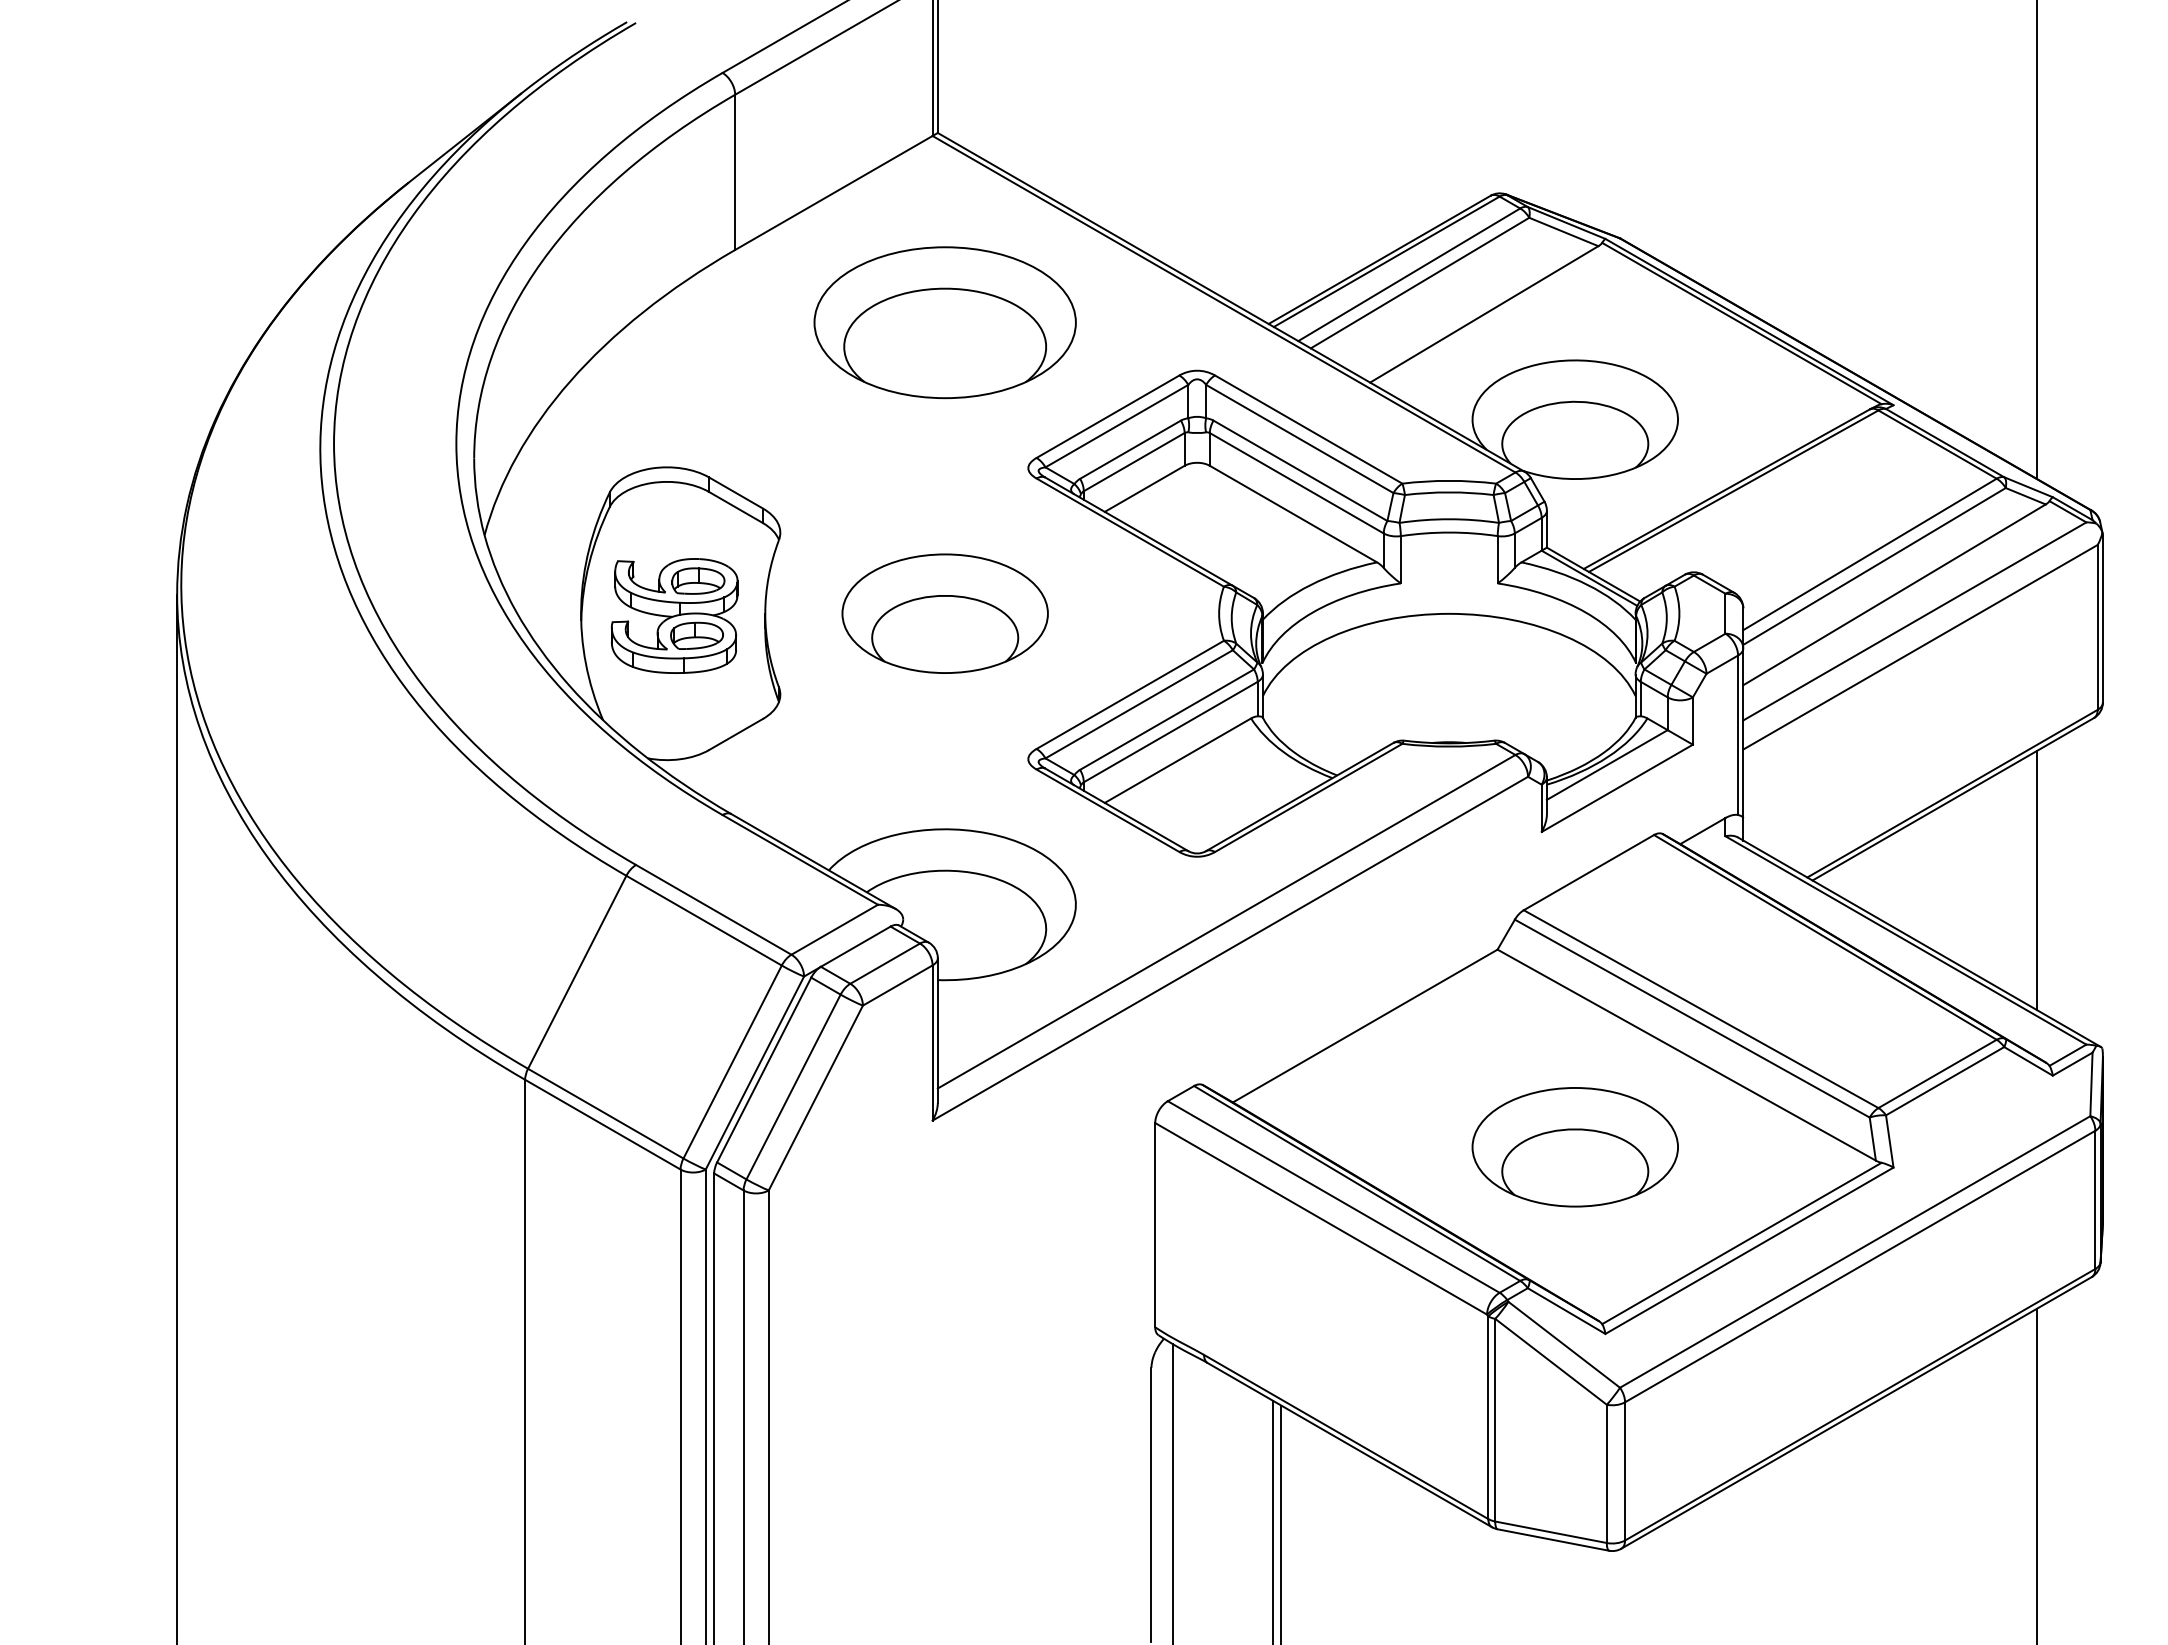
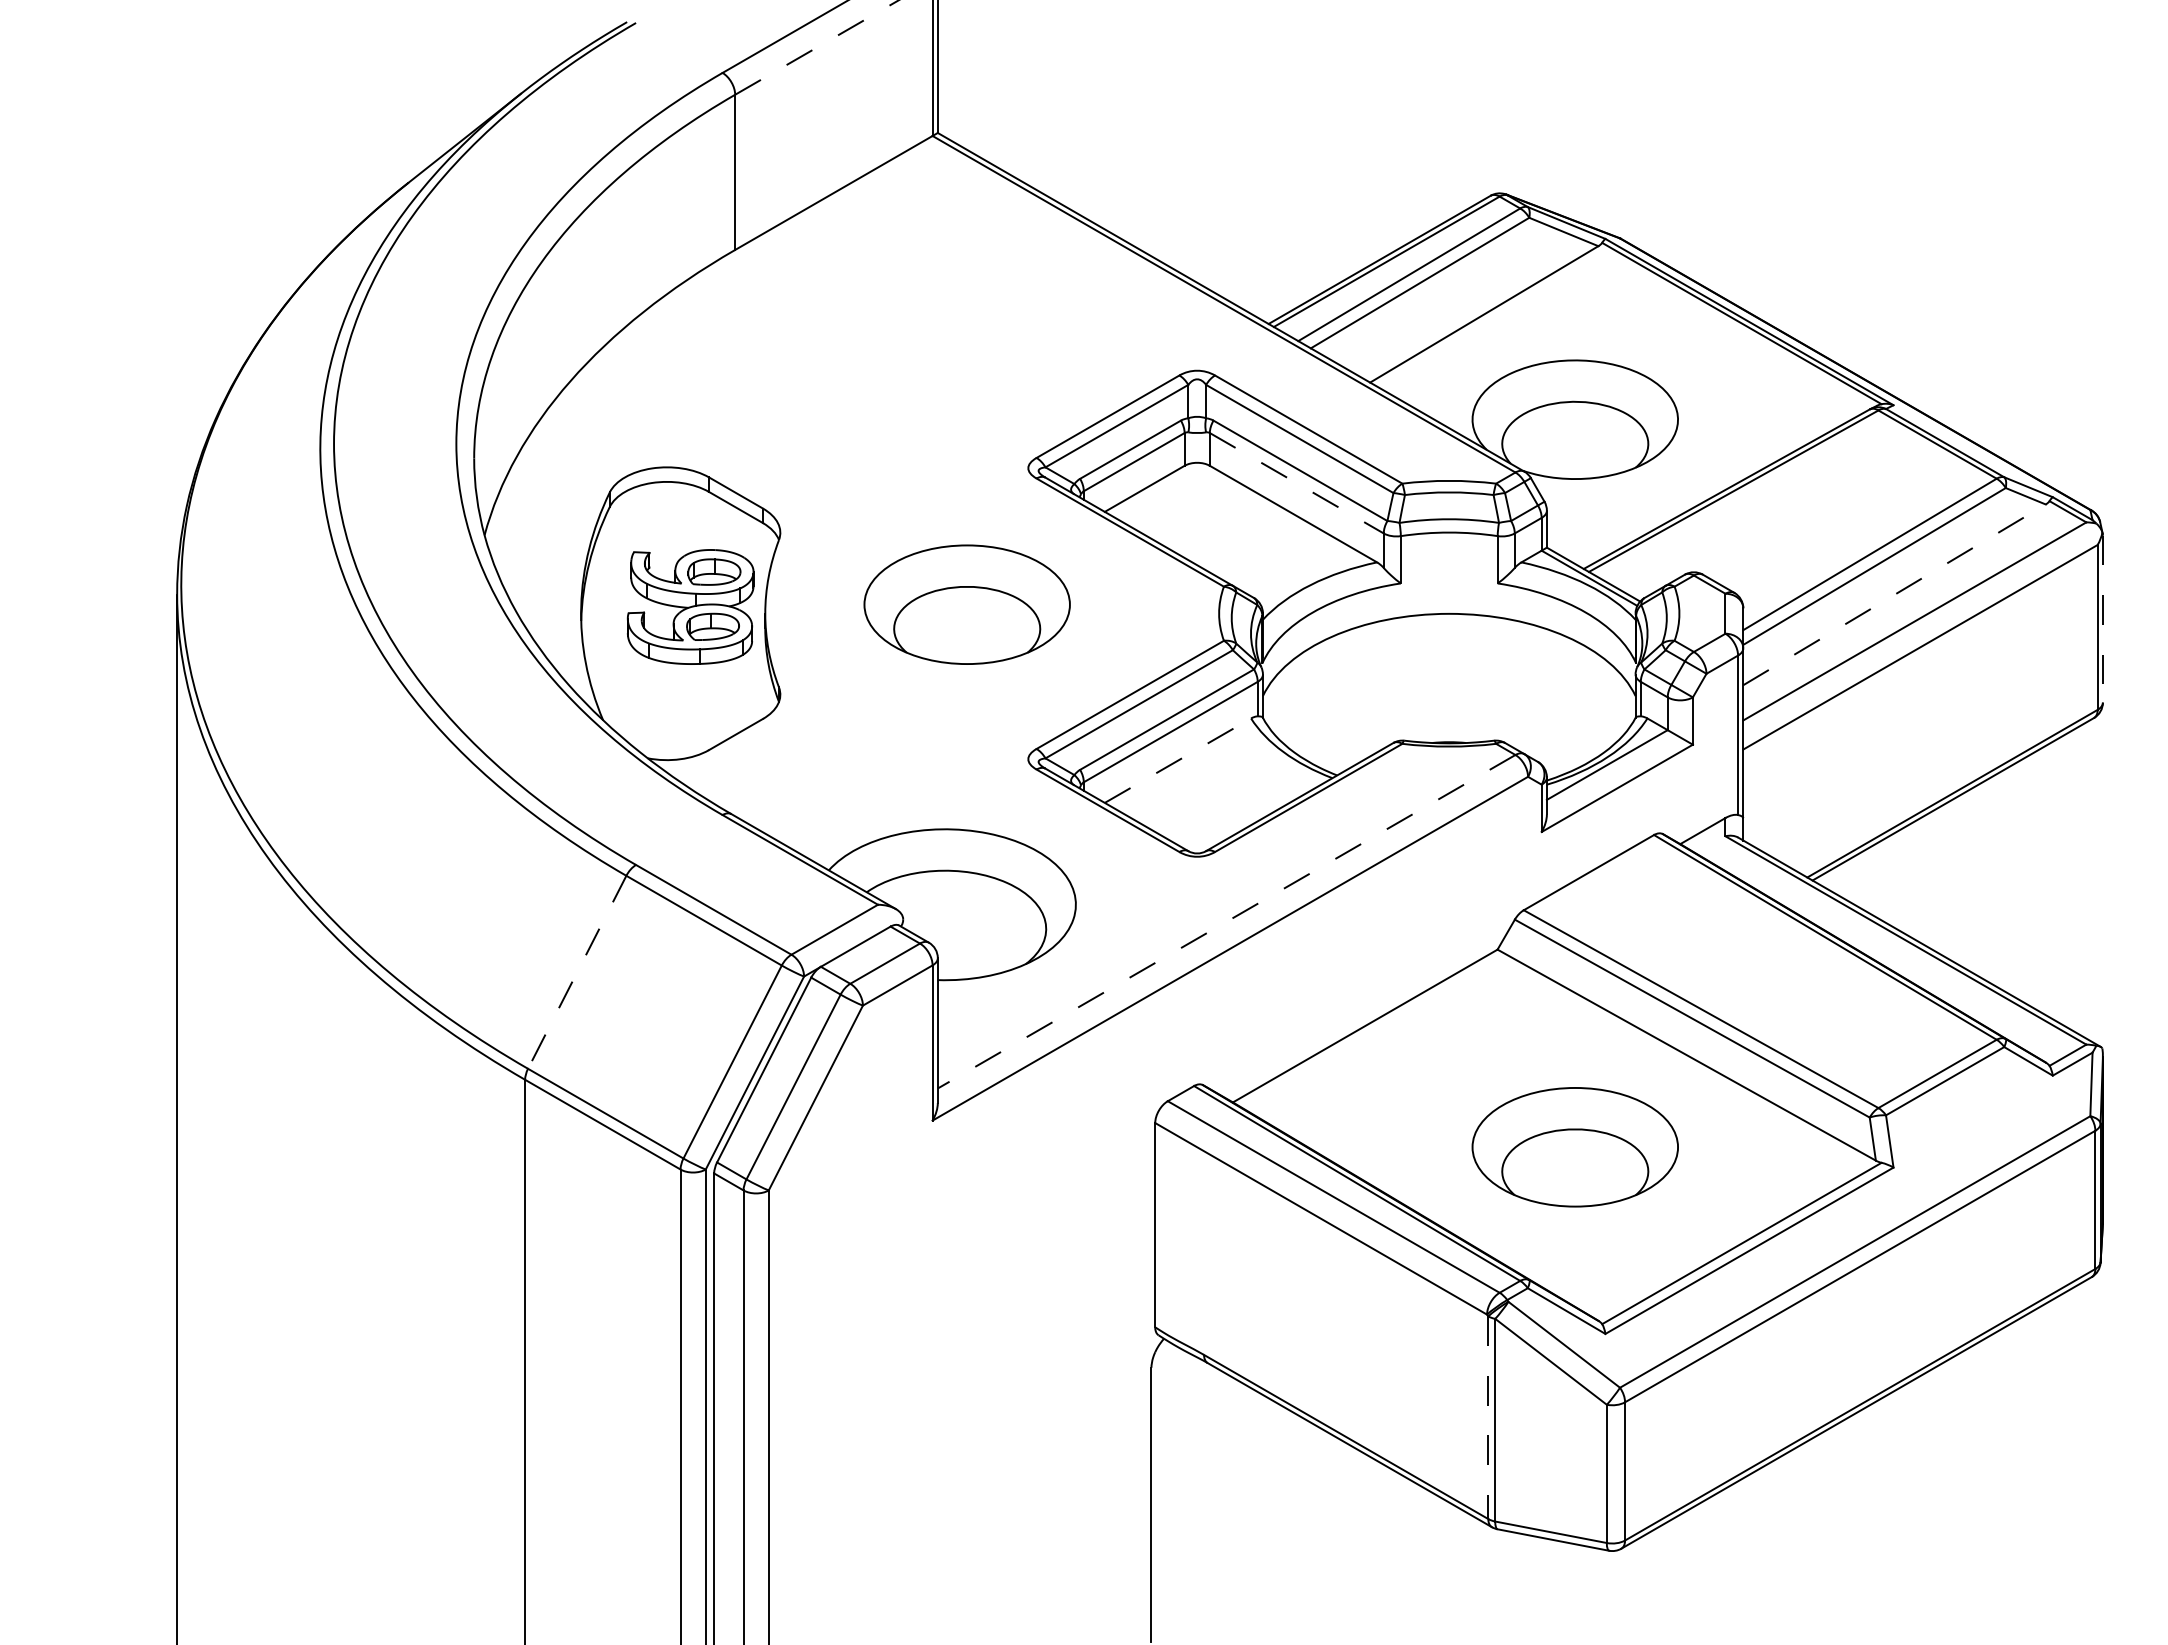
line at (817, 47): solid -> dashed
line at (2037, 240): present -> none
part at (944, 322): present -> none
line at (1297, 483): solid -> dashed
line at (1894, 594): solid -> dashed
part at (944, 613) position: (944, 613) -> (966, 604)
part at (674, 615) position: (674, 615) -> (690, 606)
line at (2102, 619): solid -> dashed
line at (1178, 760): solid -> dashed
line at (2037, 880): present -> none
line at (1226, 922): solid -> dashed
line at (577, 972): solid -> dashed
line at (1488, 1418): solid -> dashed
line at (2037, 1474): present -> none
line at (1172, 1492): present -> none
line at (1272, 1520): present -> none
line at (1281, 1523): present -> none
